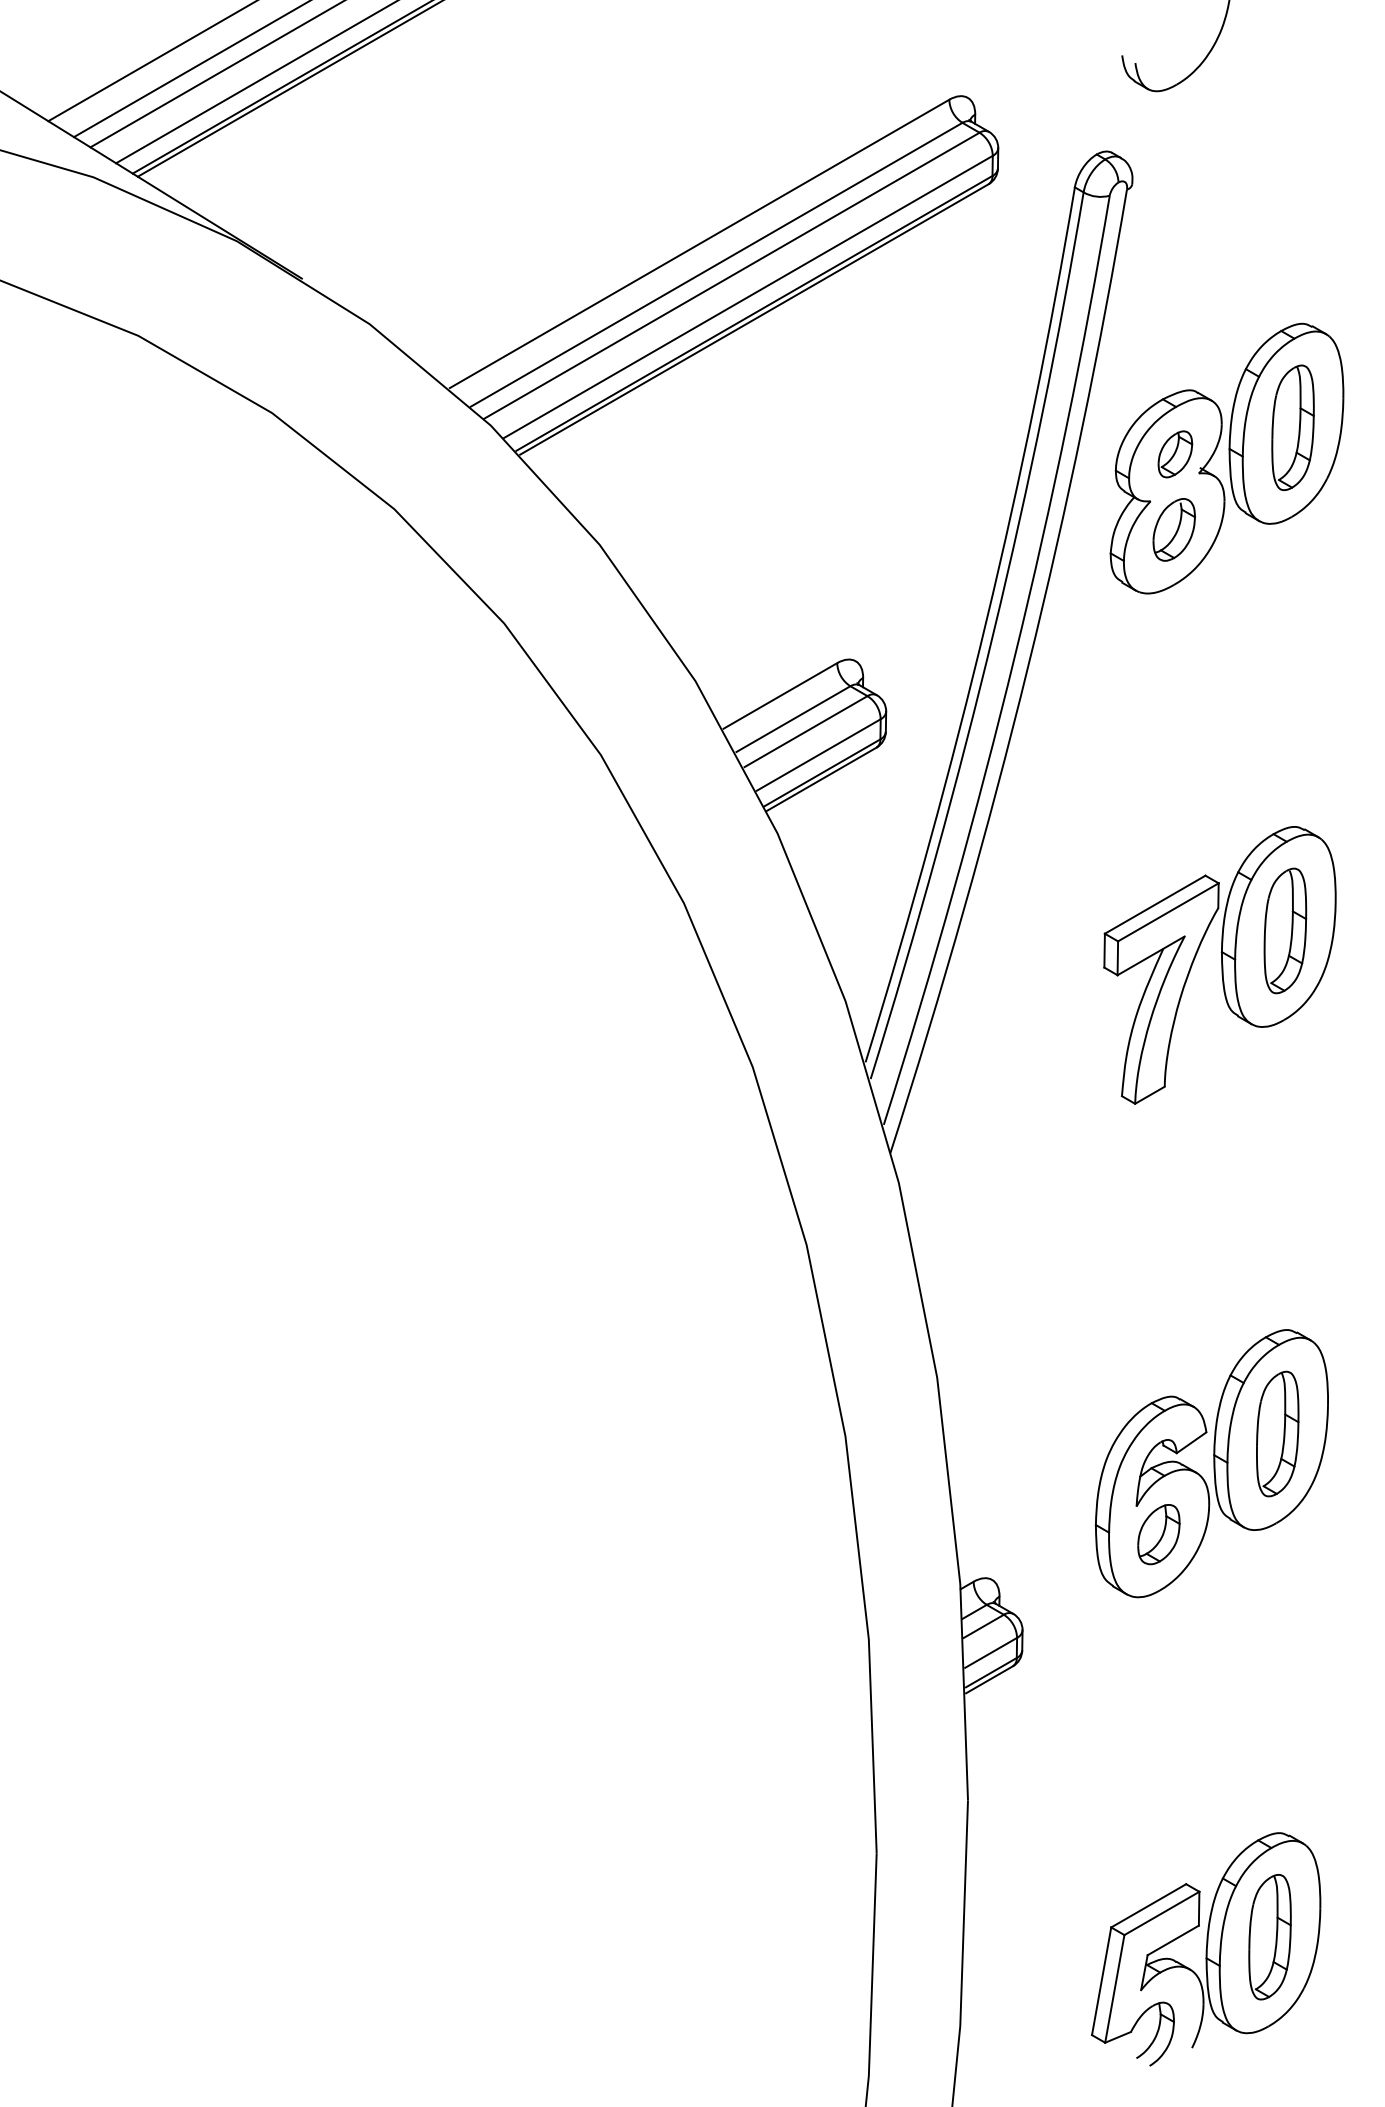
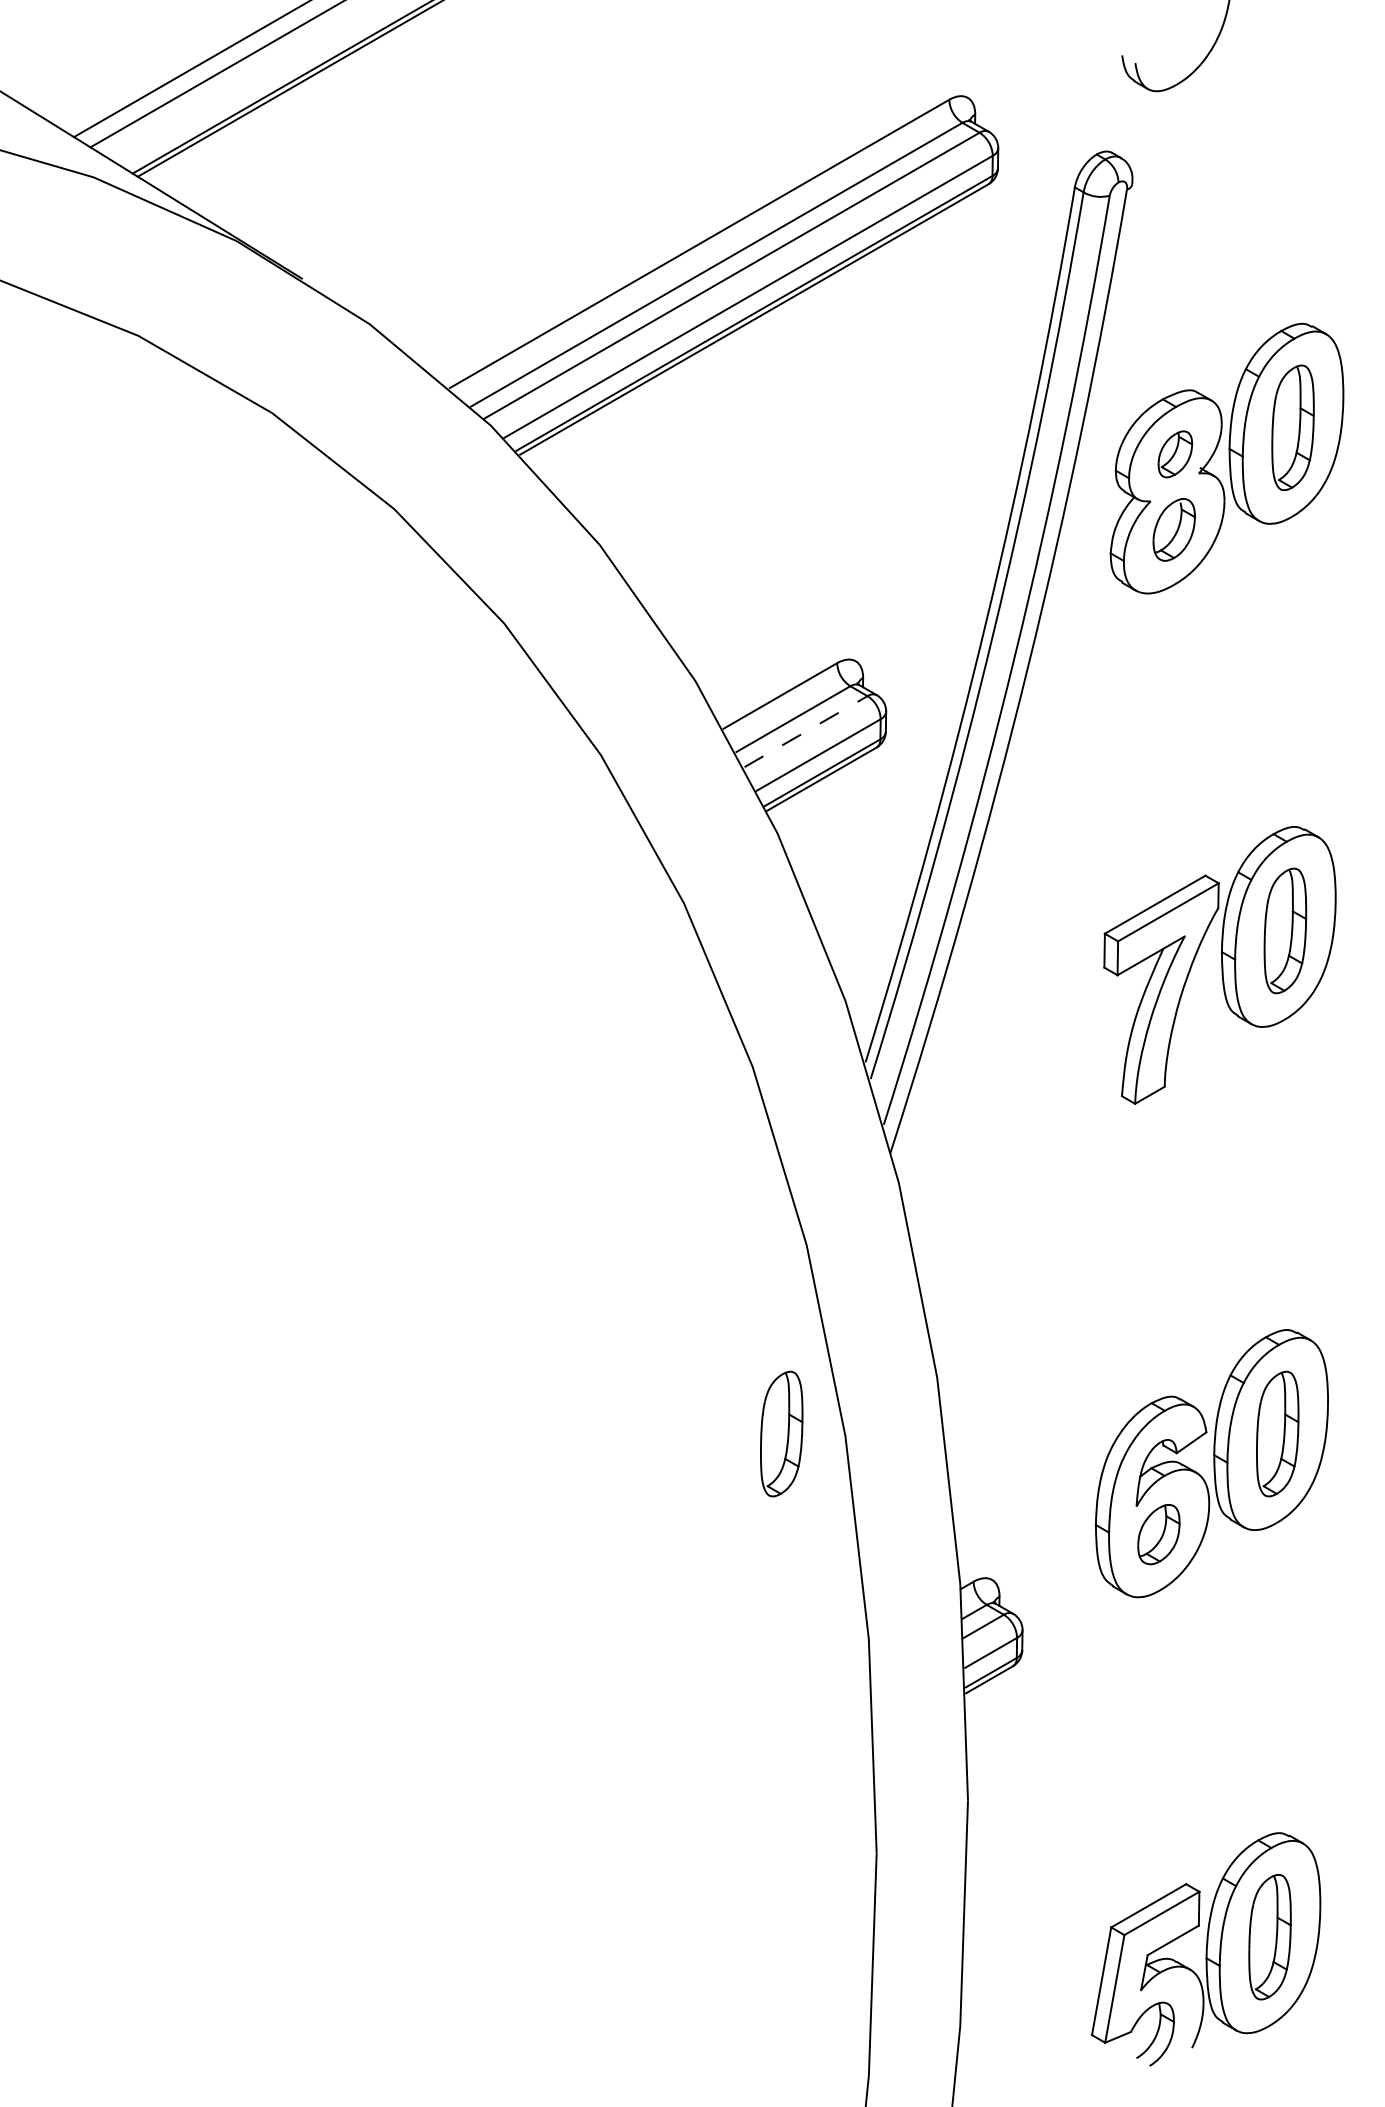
line at (151, 61): present -> none
line at (255, 82): present -> none
line at (806, 731): solid -> dashed
part at (781, 1433): none -> present
